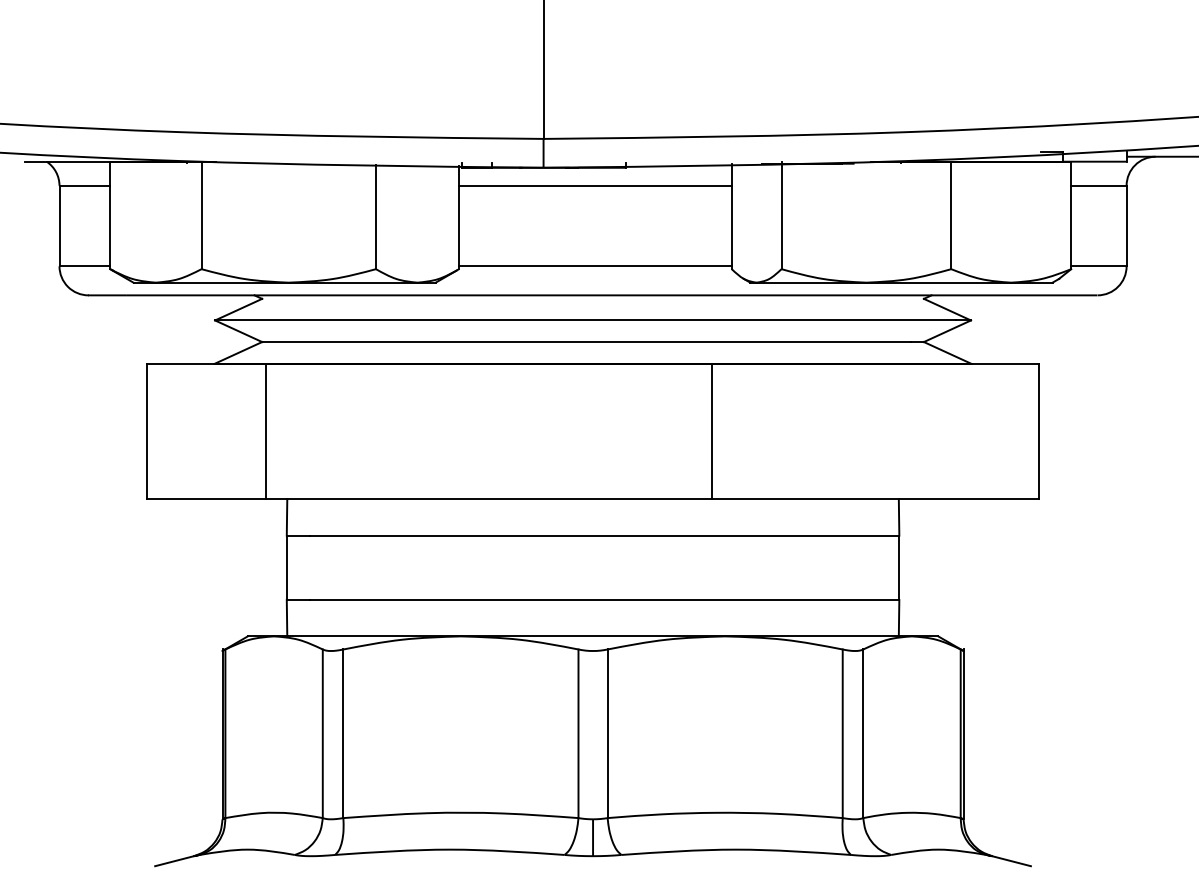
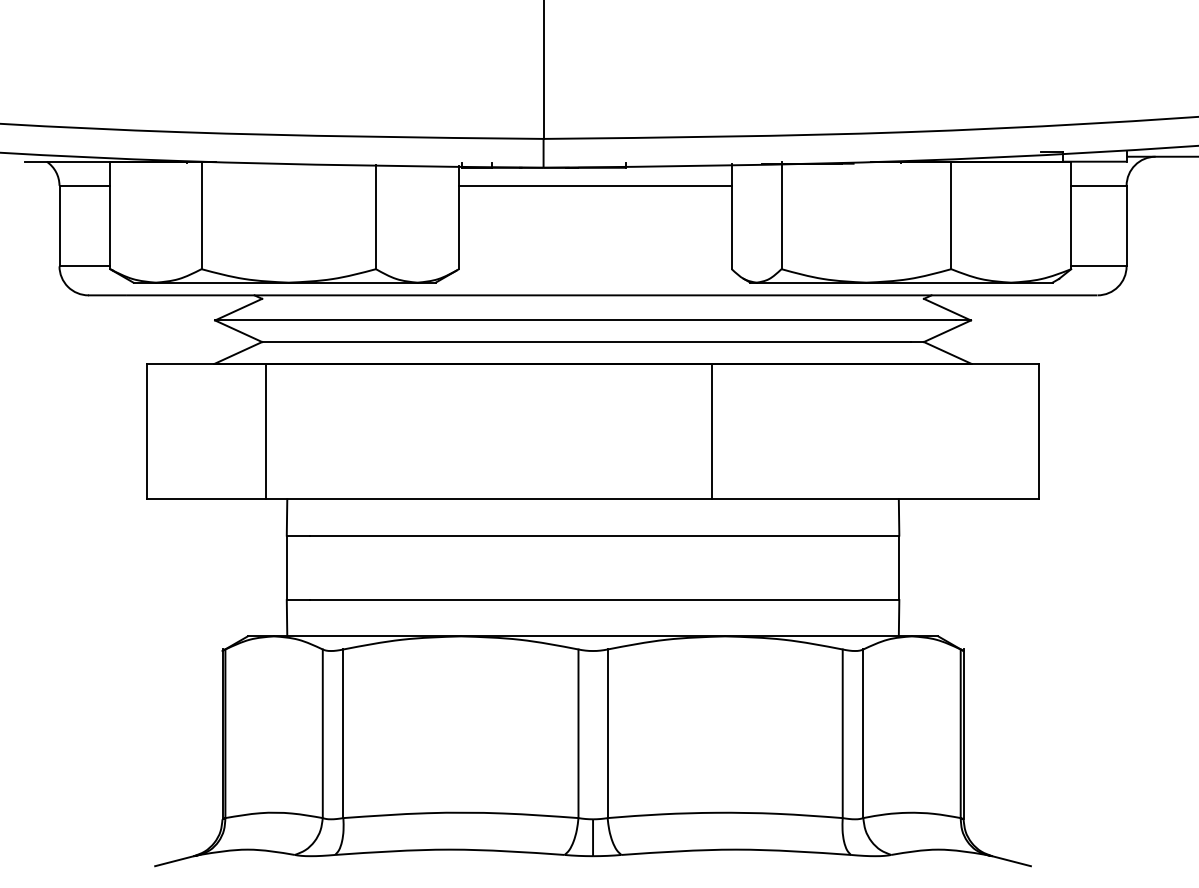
line at (595, 266): present -> none
